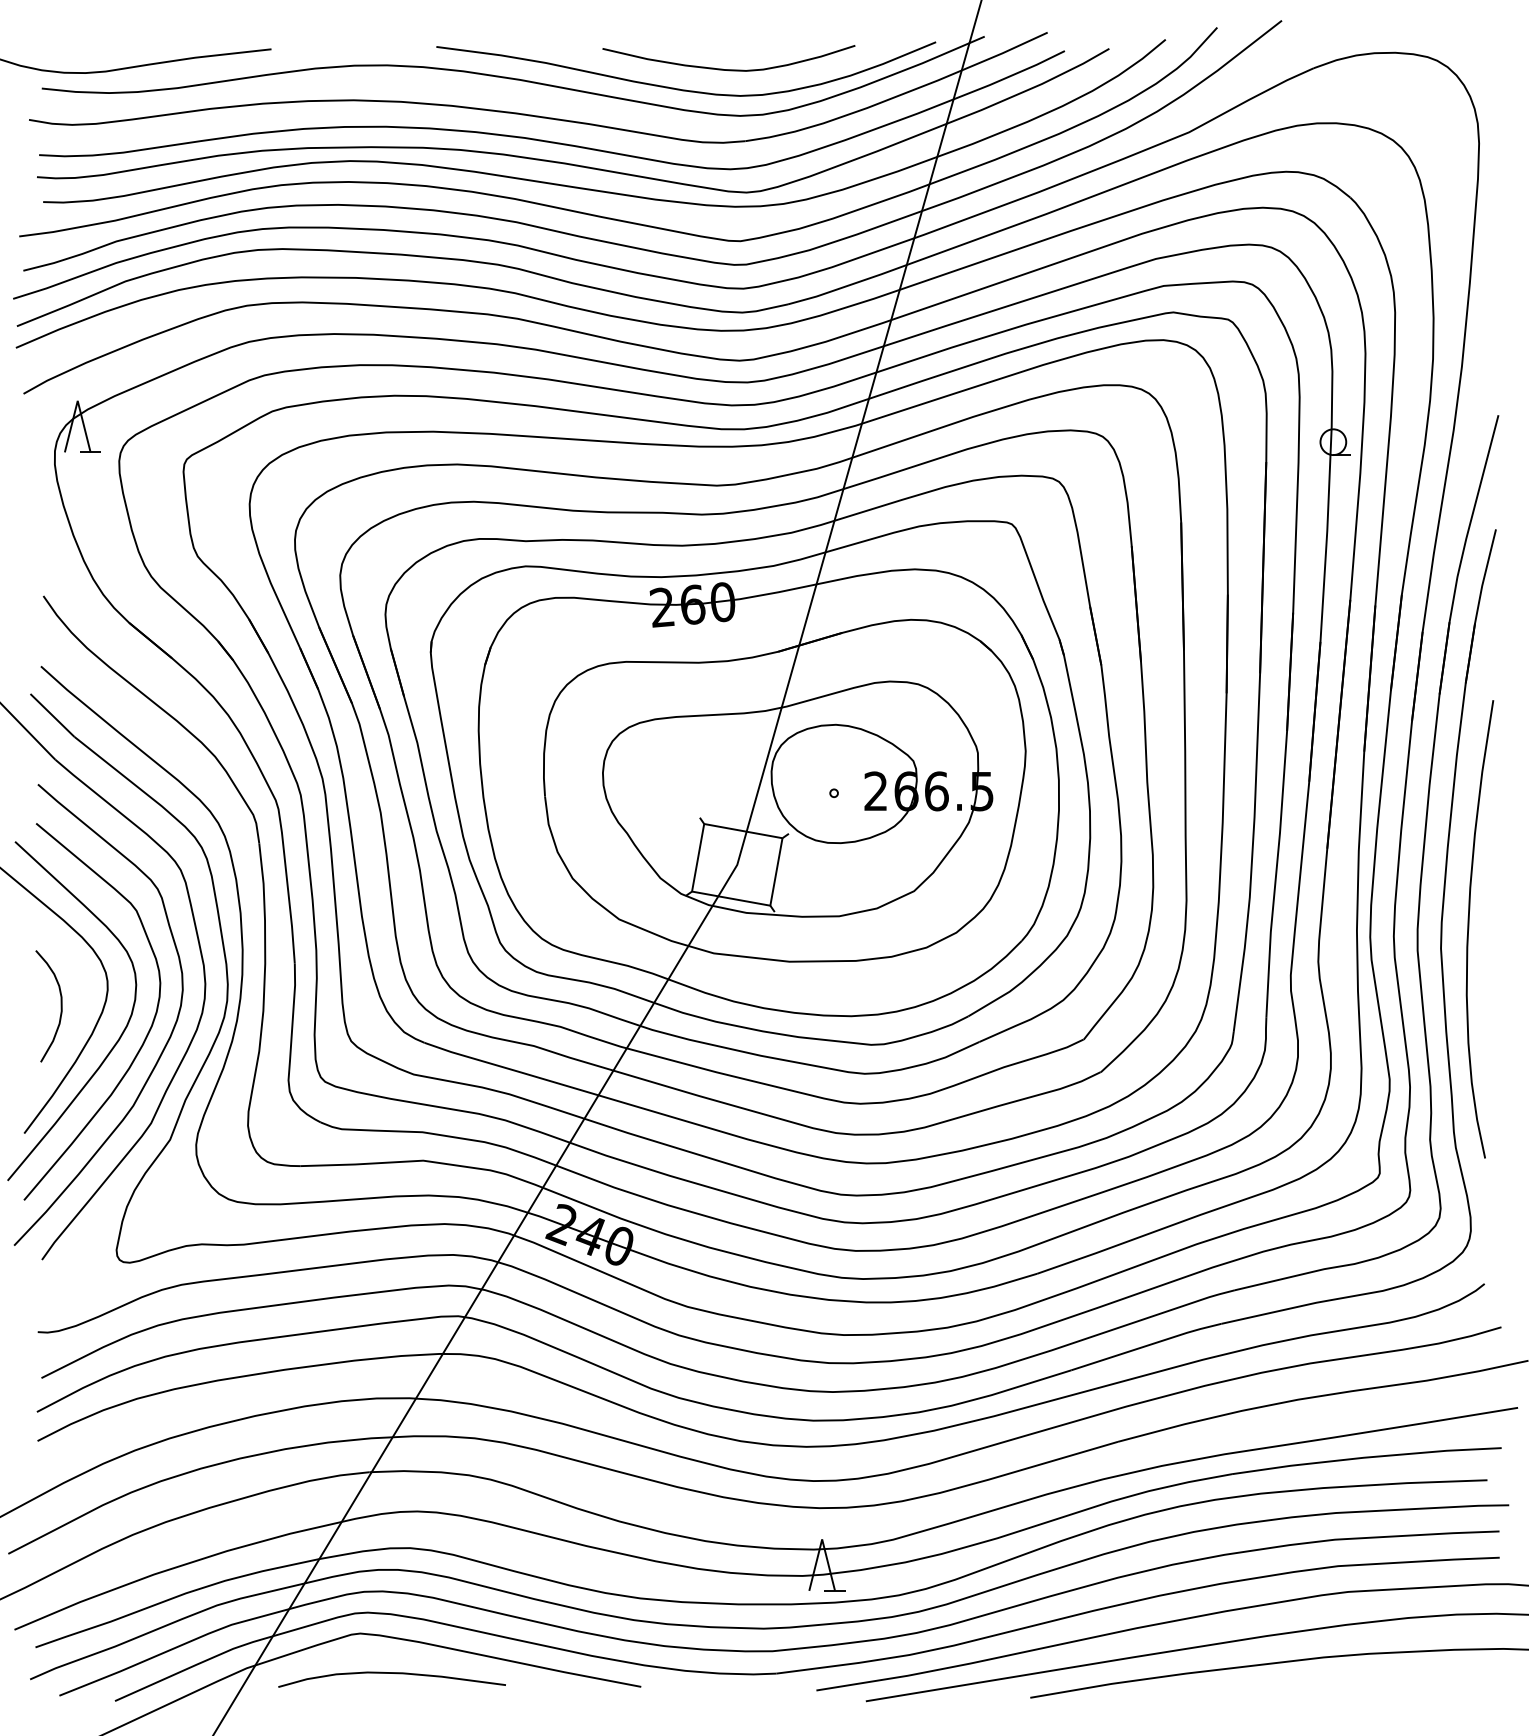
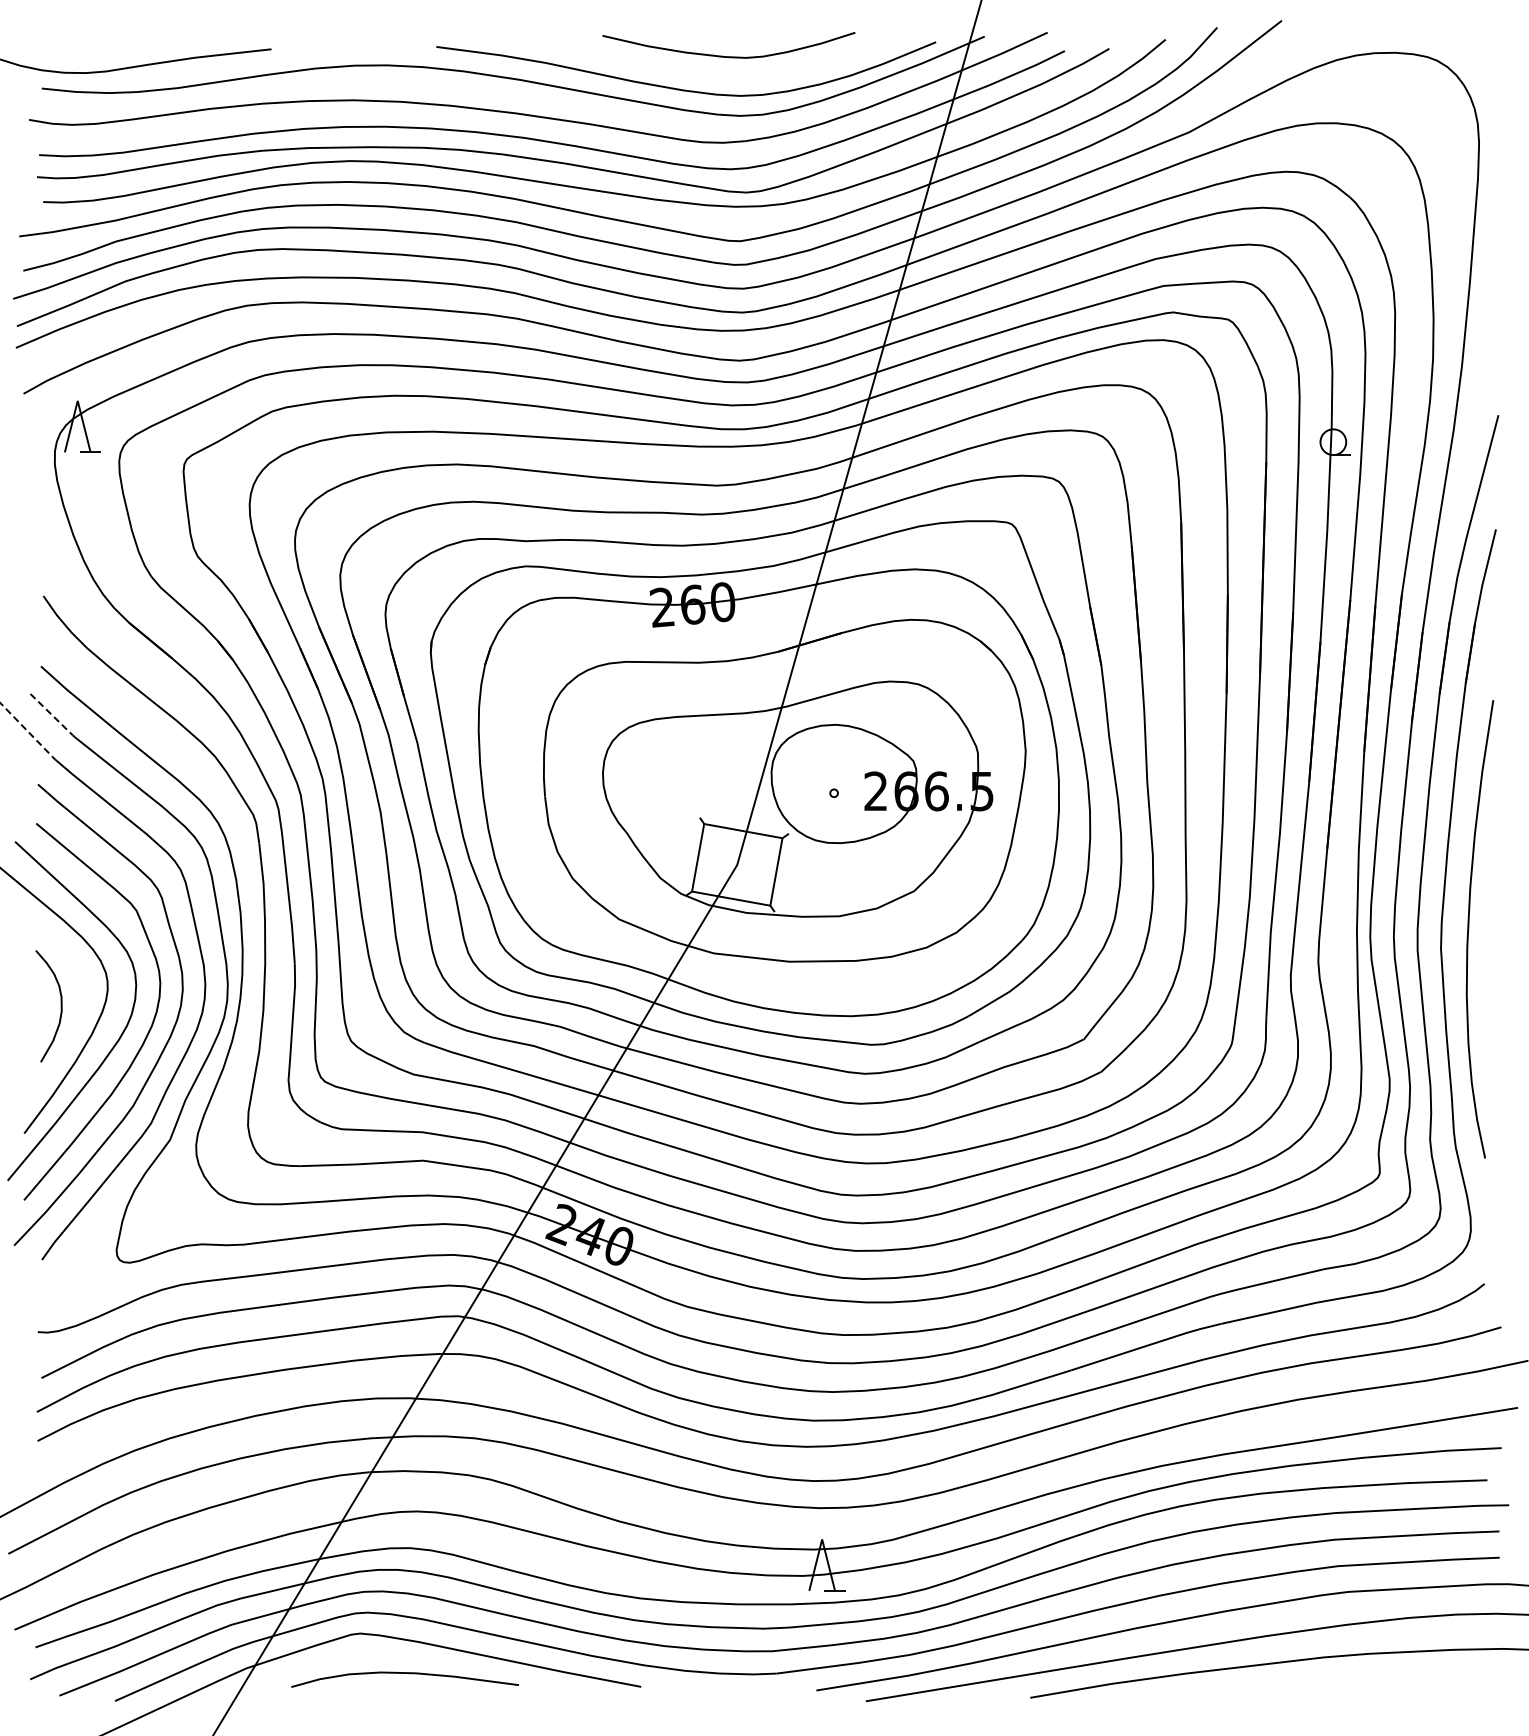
curve at (728, 69) position: (728, 69) -> (728, 56)
line at (52, 715): solid -> dashed
line at (28, 732): solid -> dashed
curve at (391, 1673) position: (391, 1673) -> (404, 1673)
